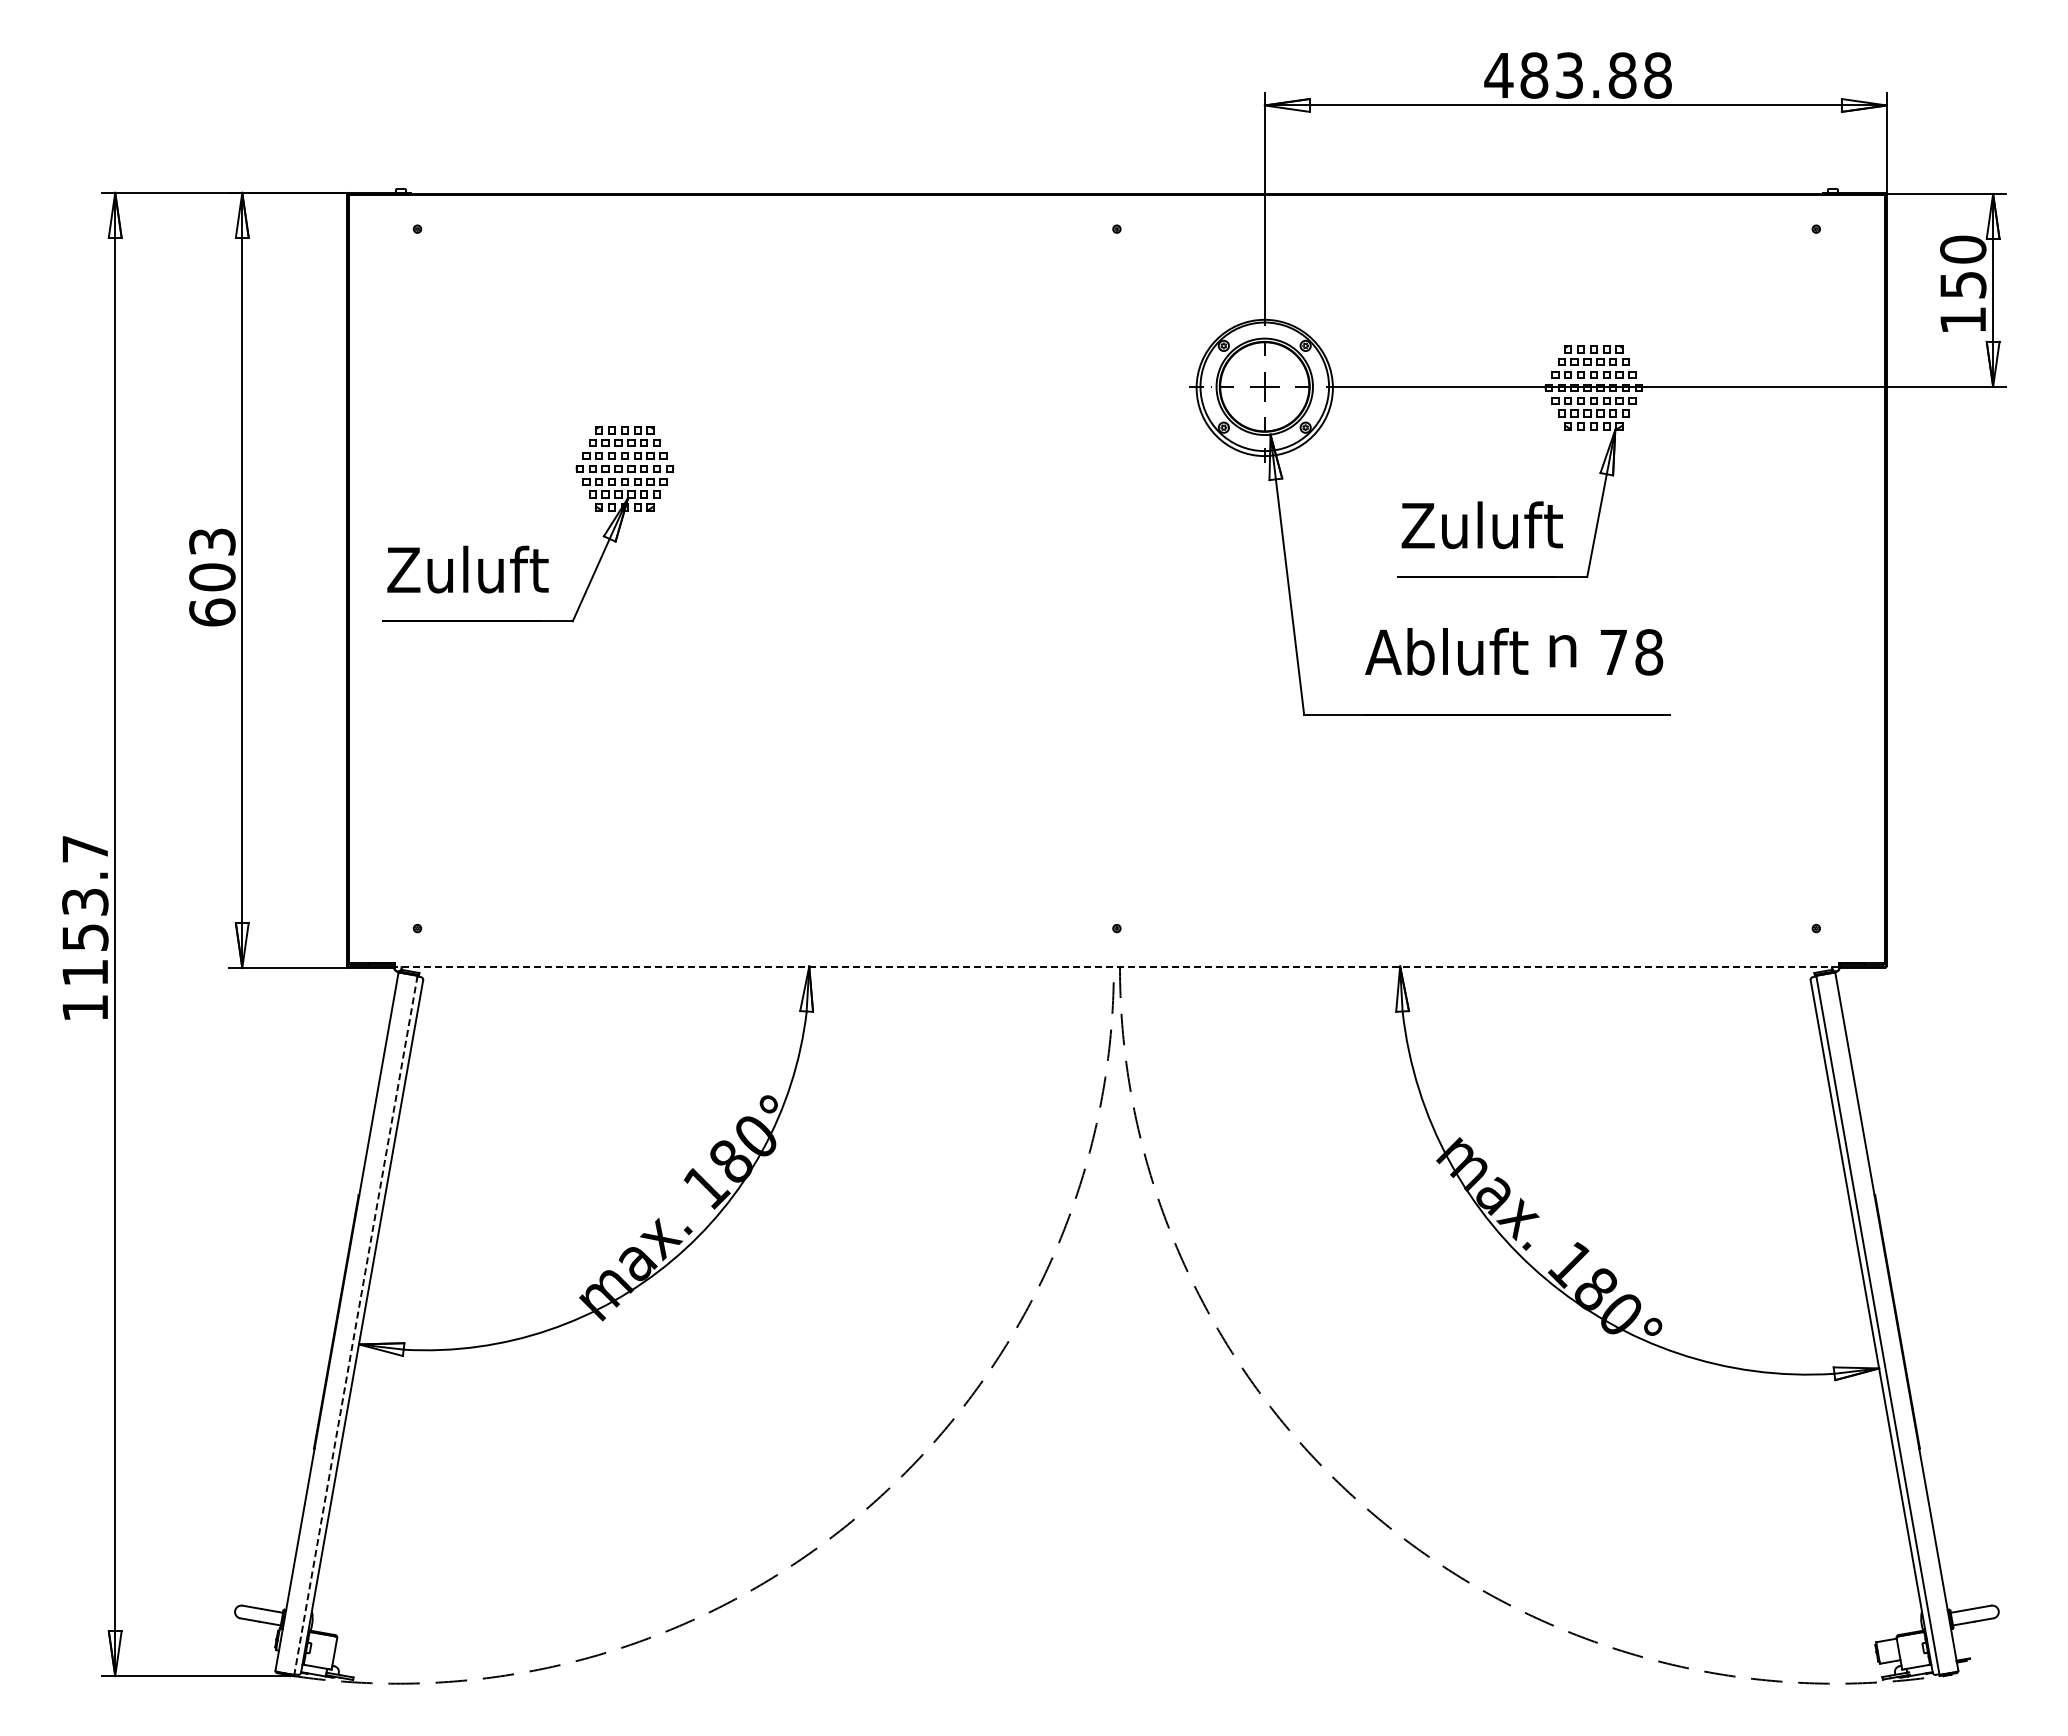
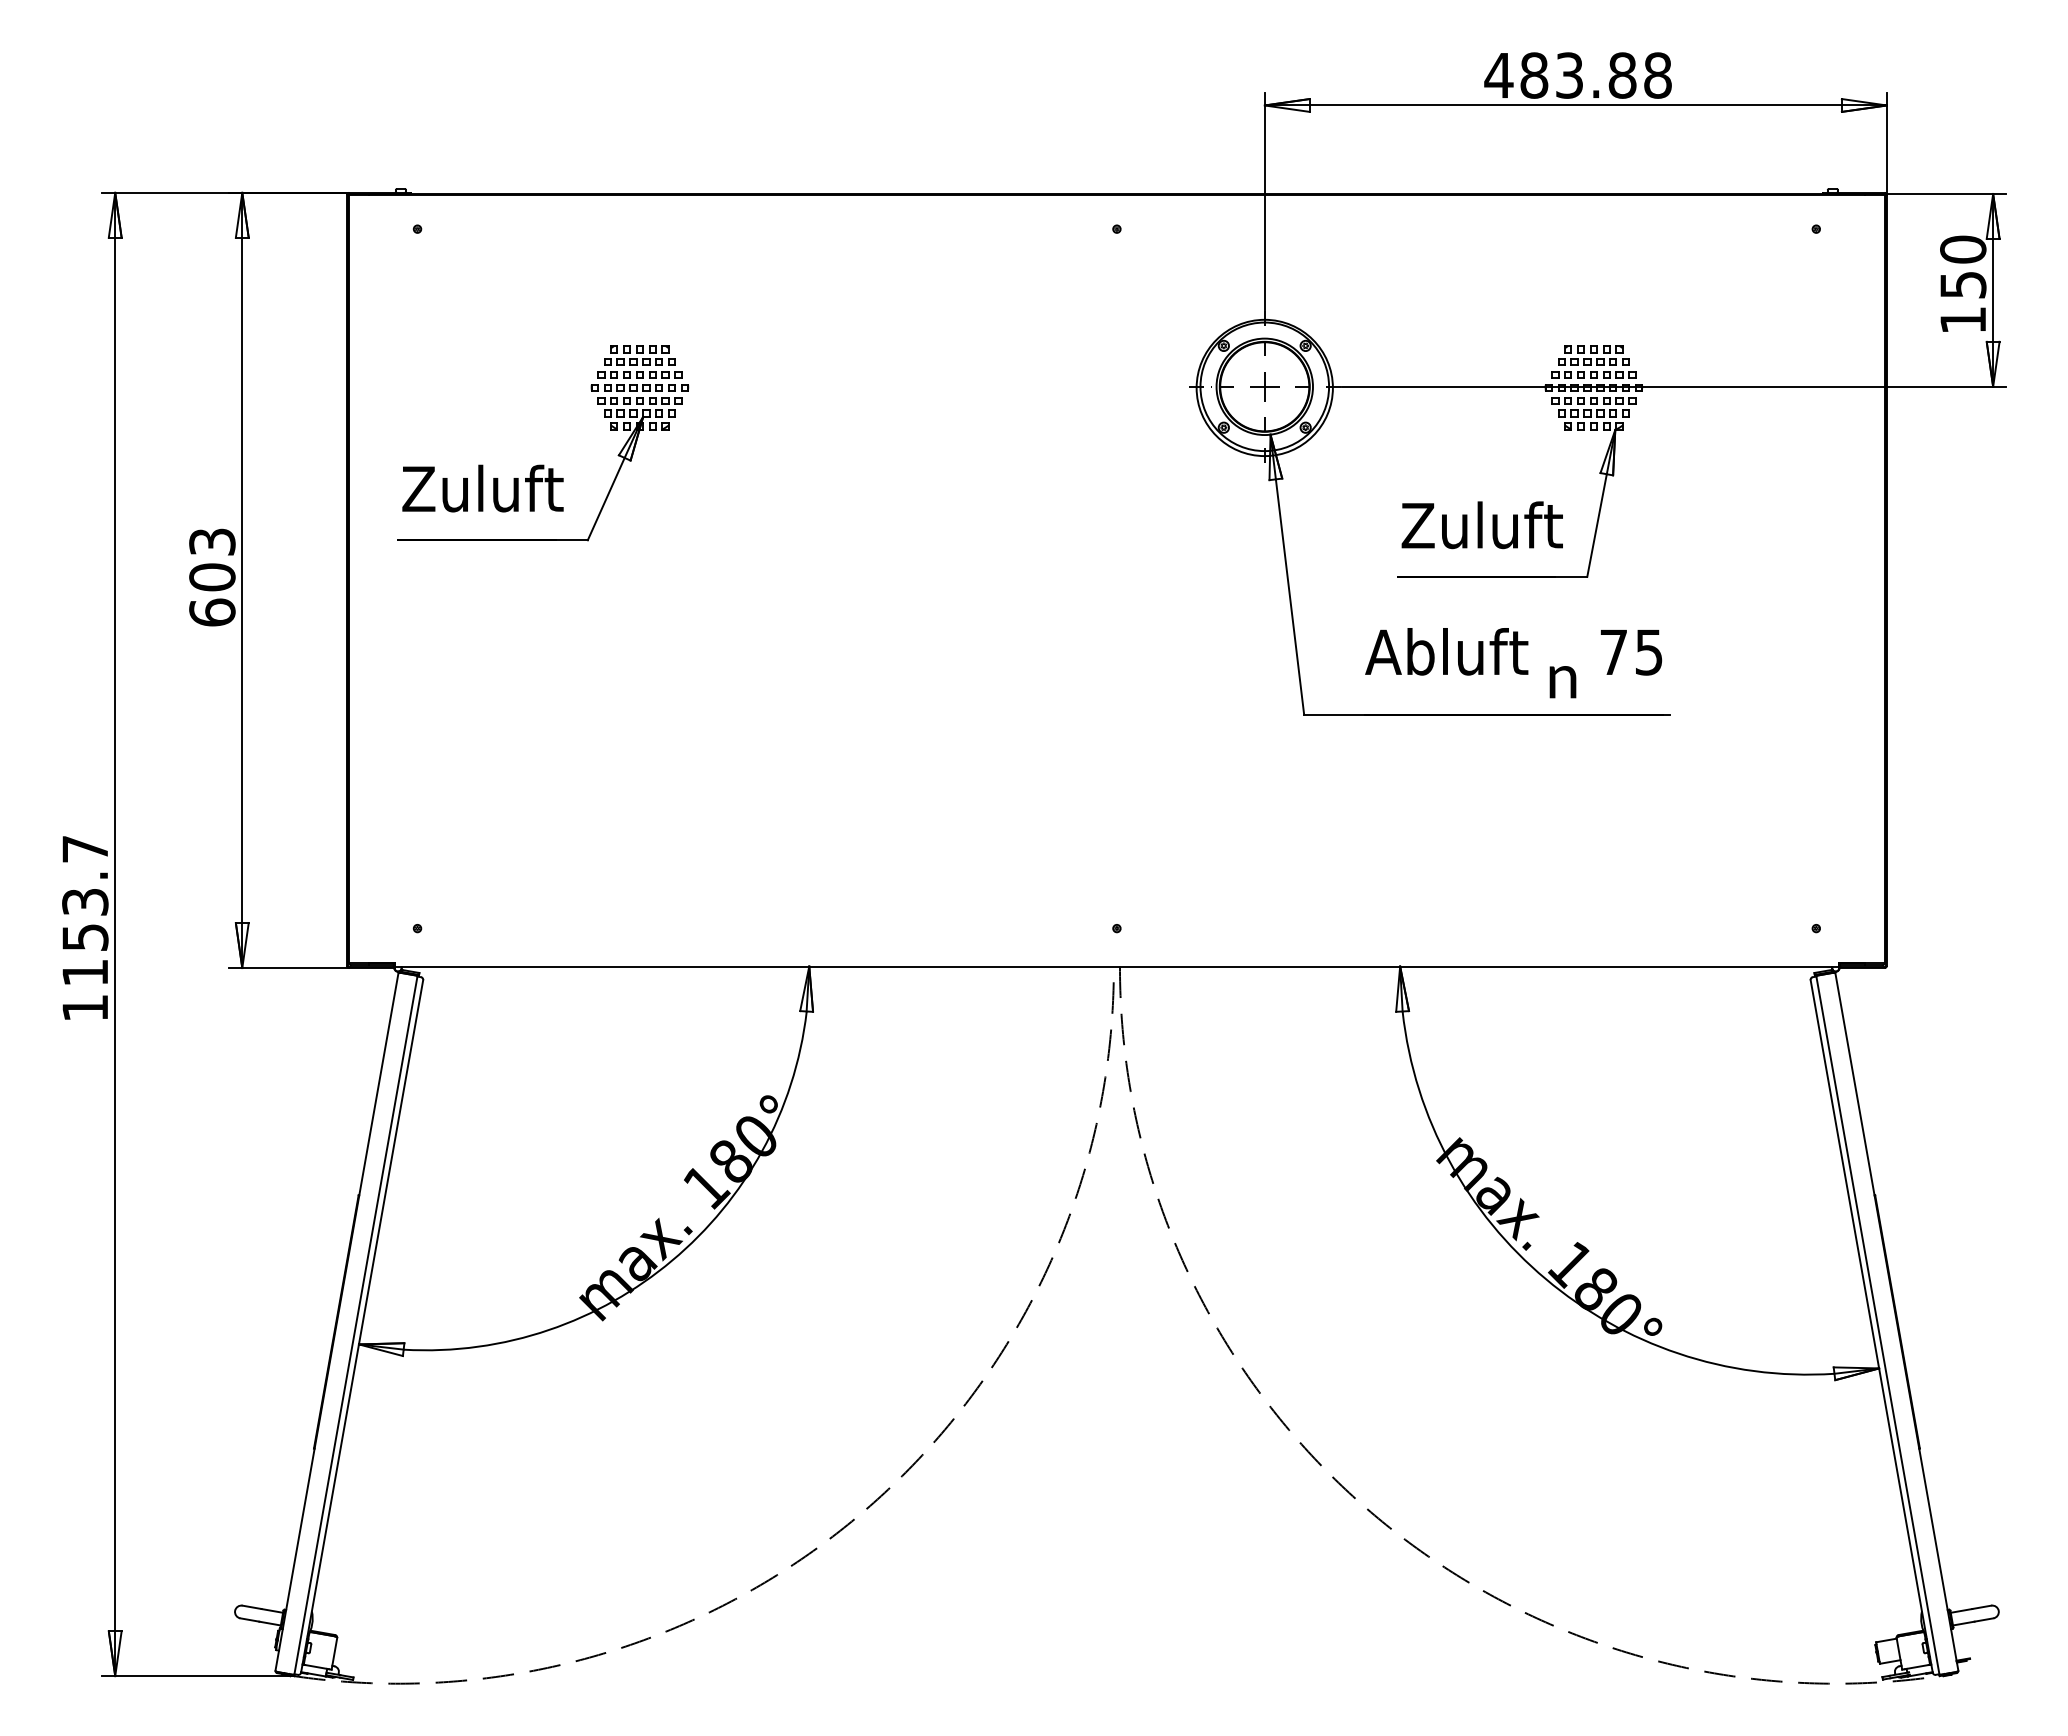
part at (528, 545) position: (528, 545) -> (543, 464)
text at (1562, 651) position: (1562, 651) -> (1562, 682)
text at (1649, 652): 78 -> 75
line at (1116, 966): dashed -> solid
line at (355, 1325): dashed -> solid
